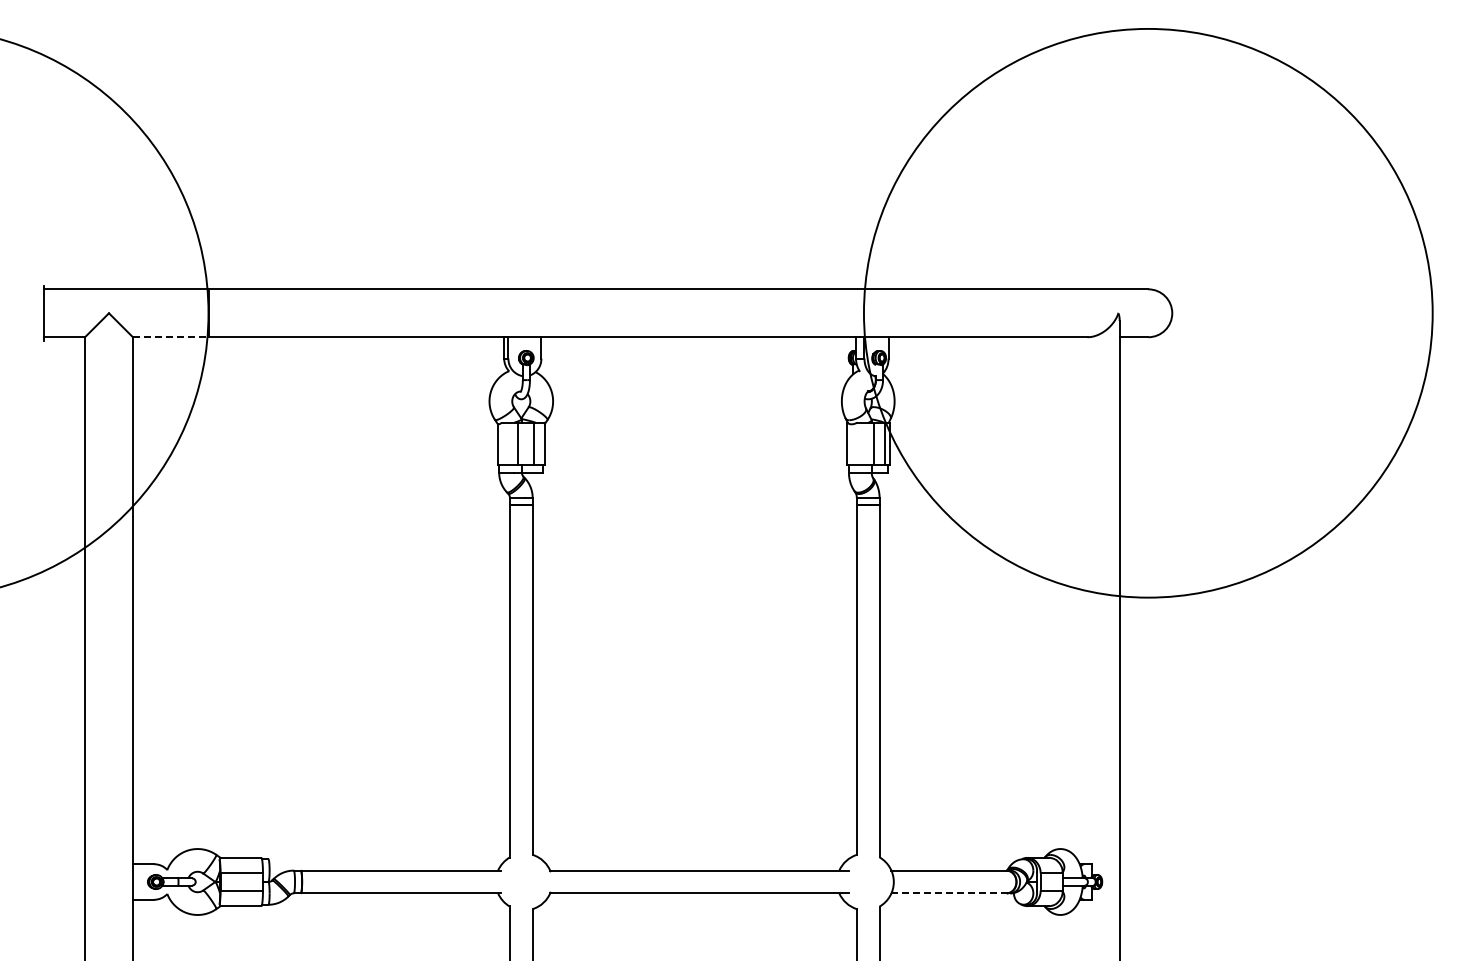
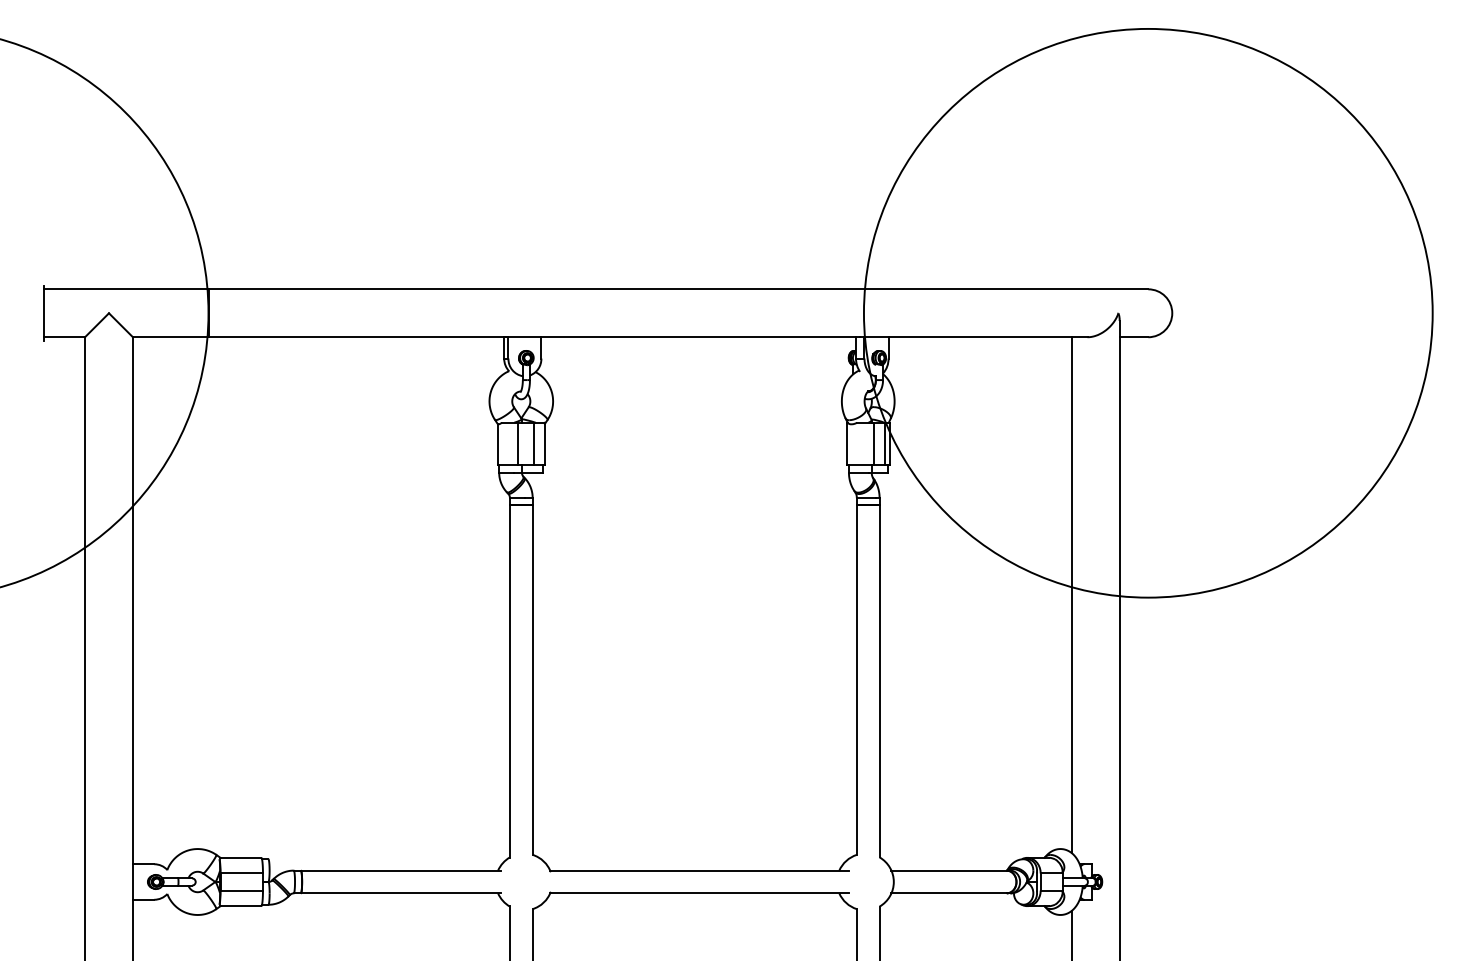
line at (170, 337): dashed -> solid
line at (1071, 595): none -> present
line at (949, 893): dashed -> solid
line at (1071, 933): none -> present
